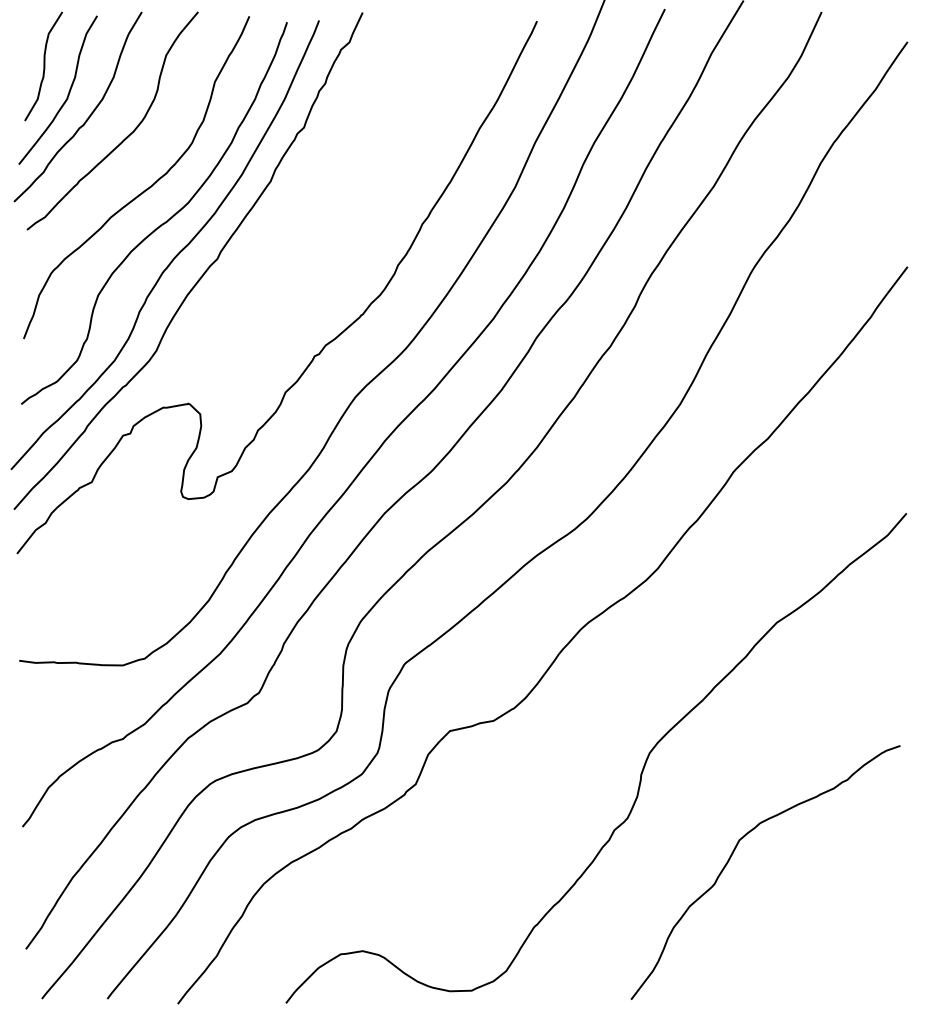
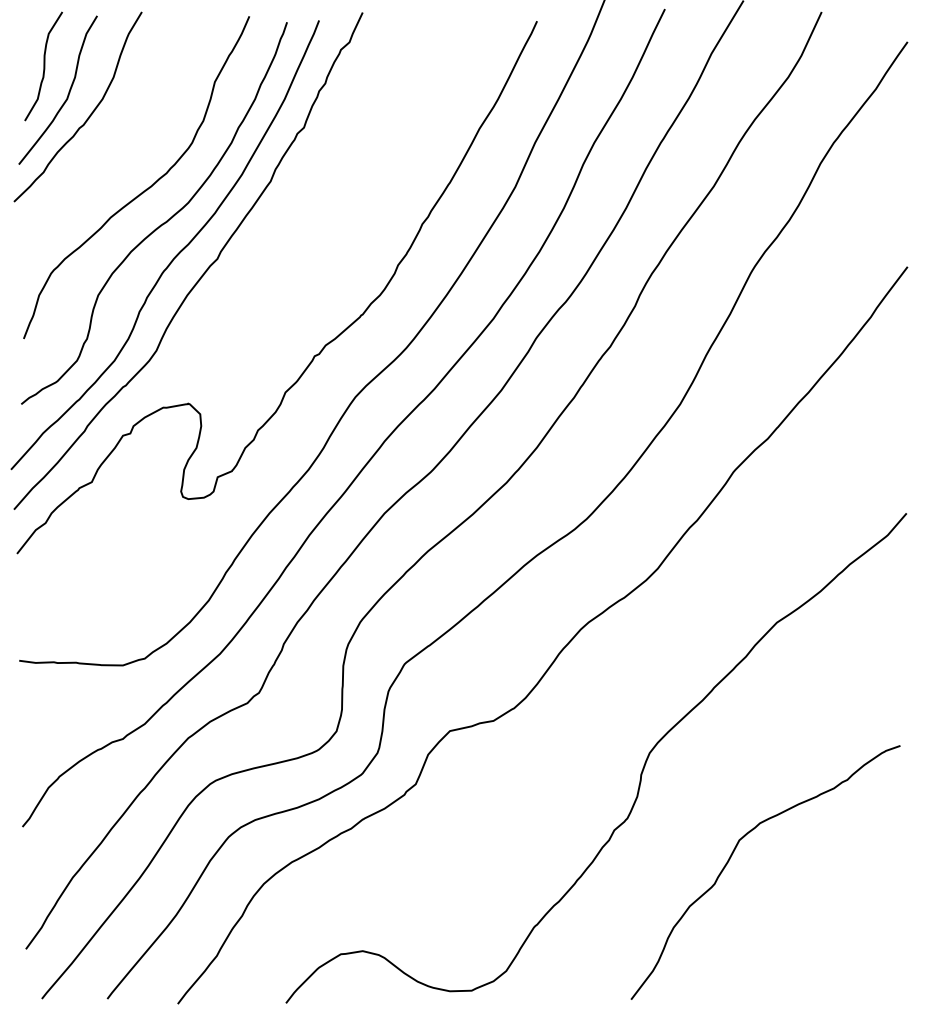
curve at (127, 135): present -> none
